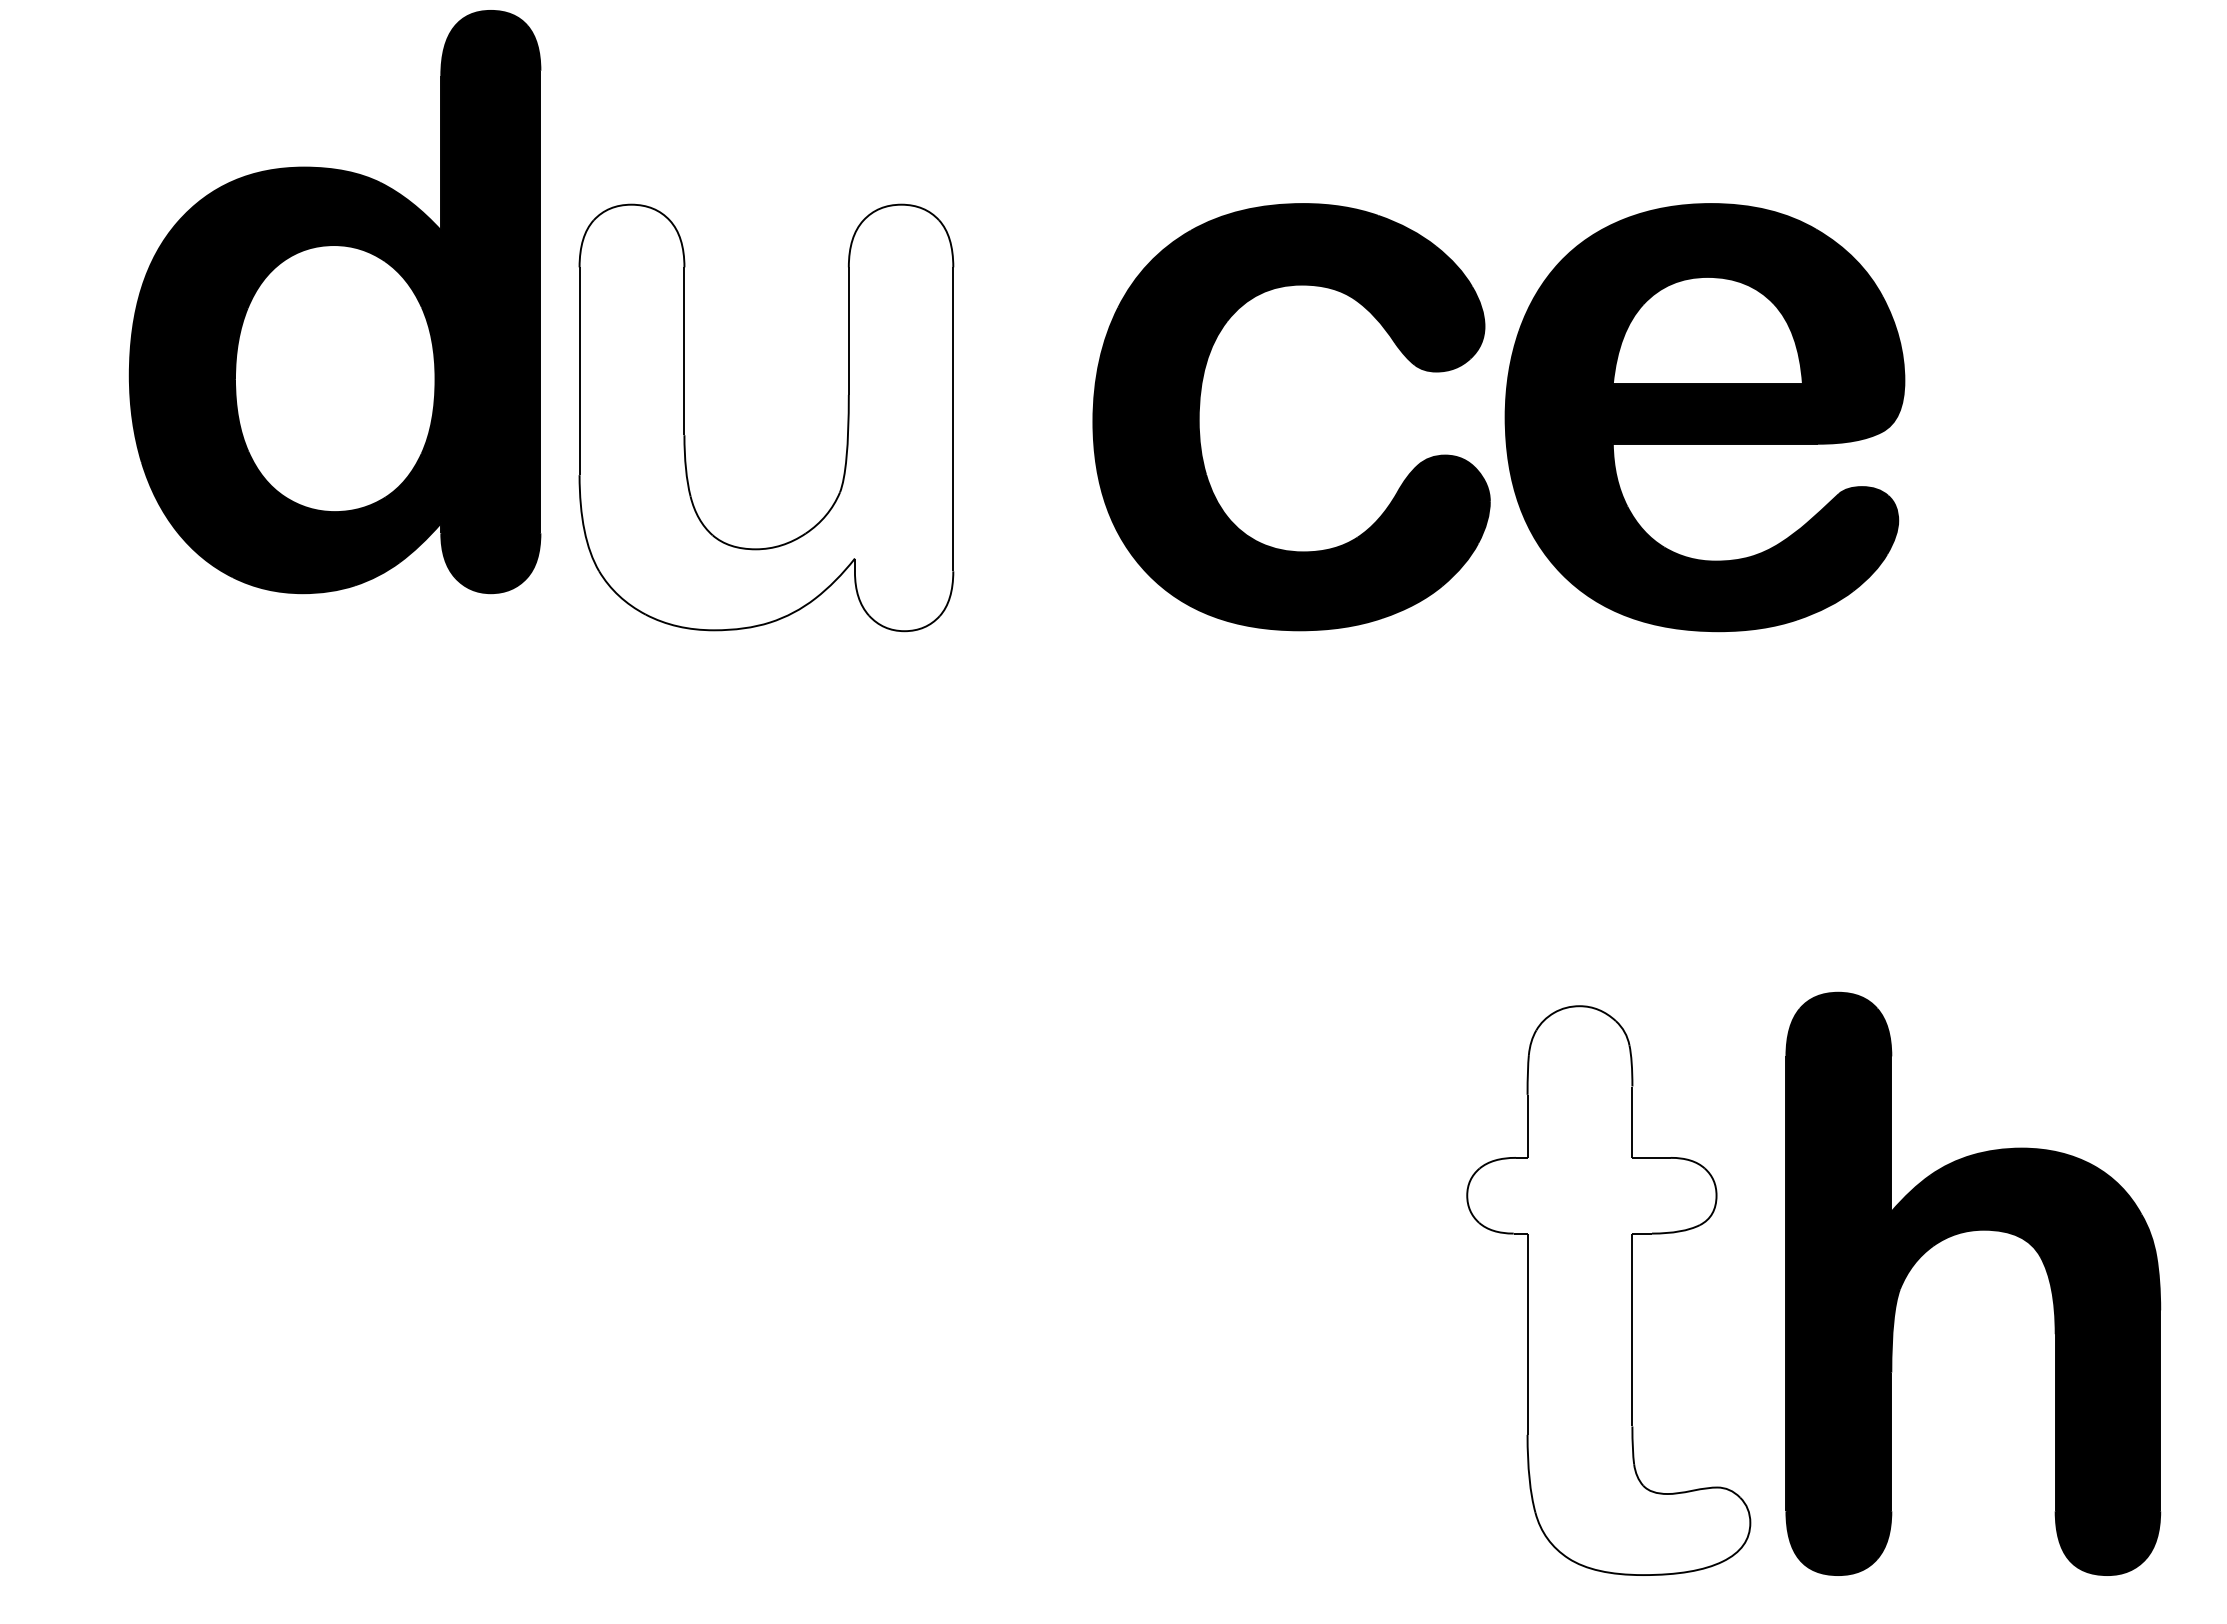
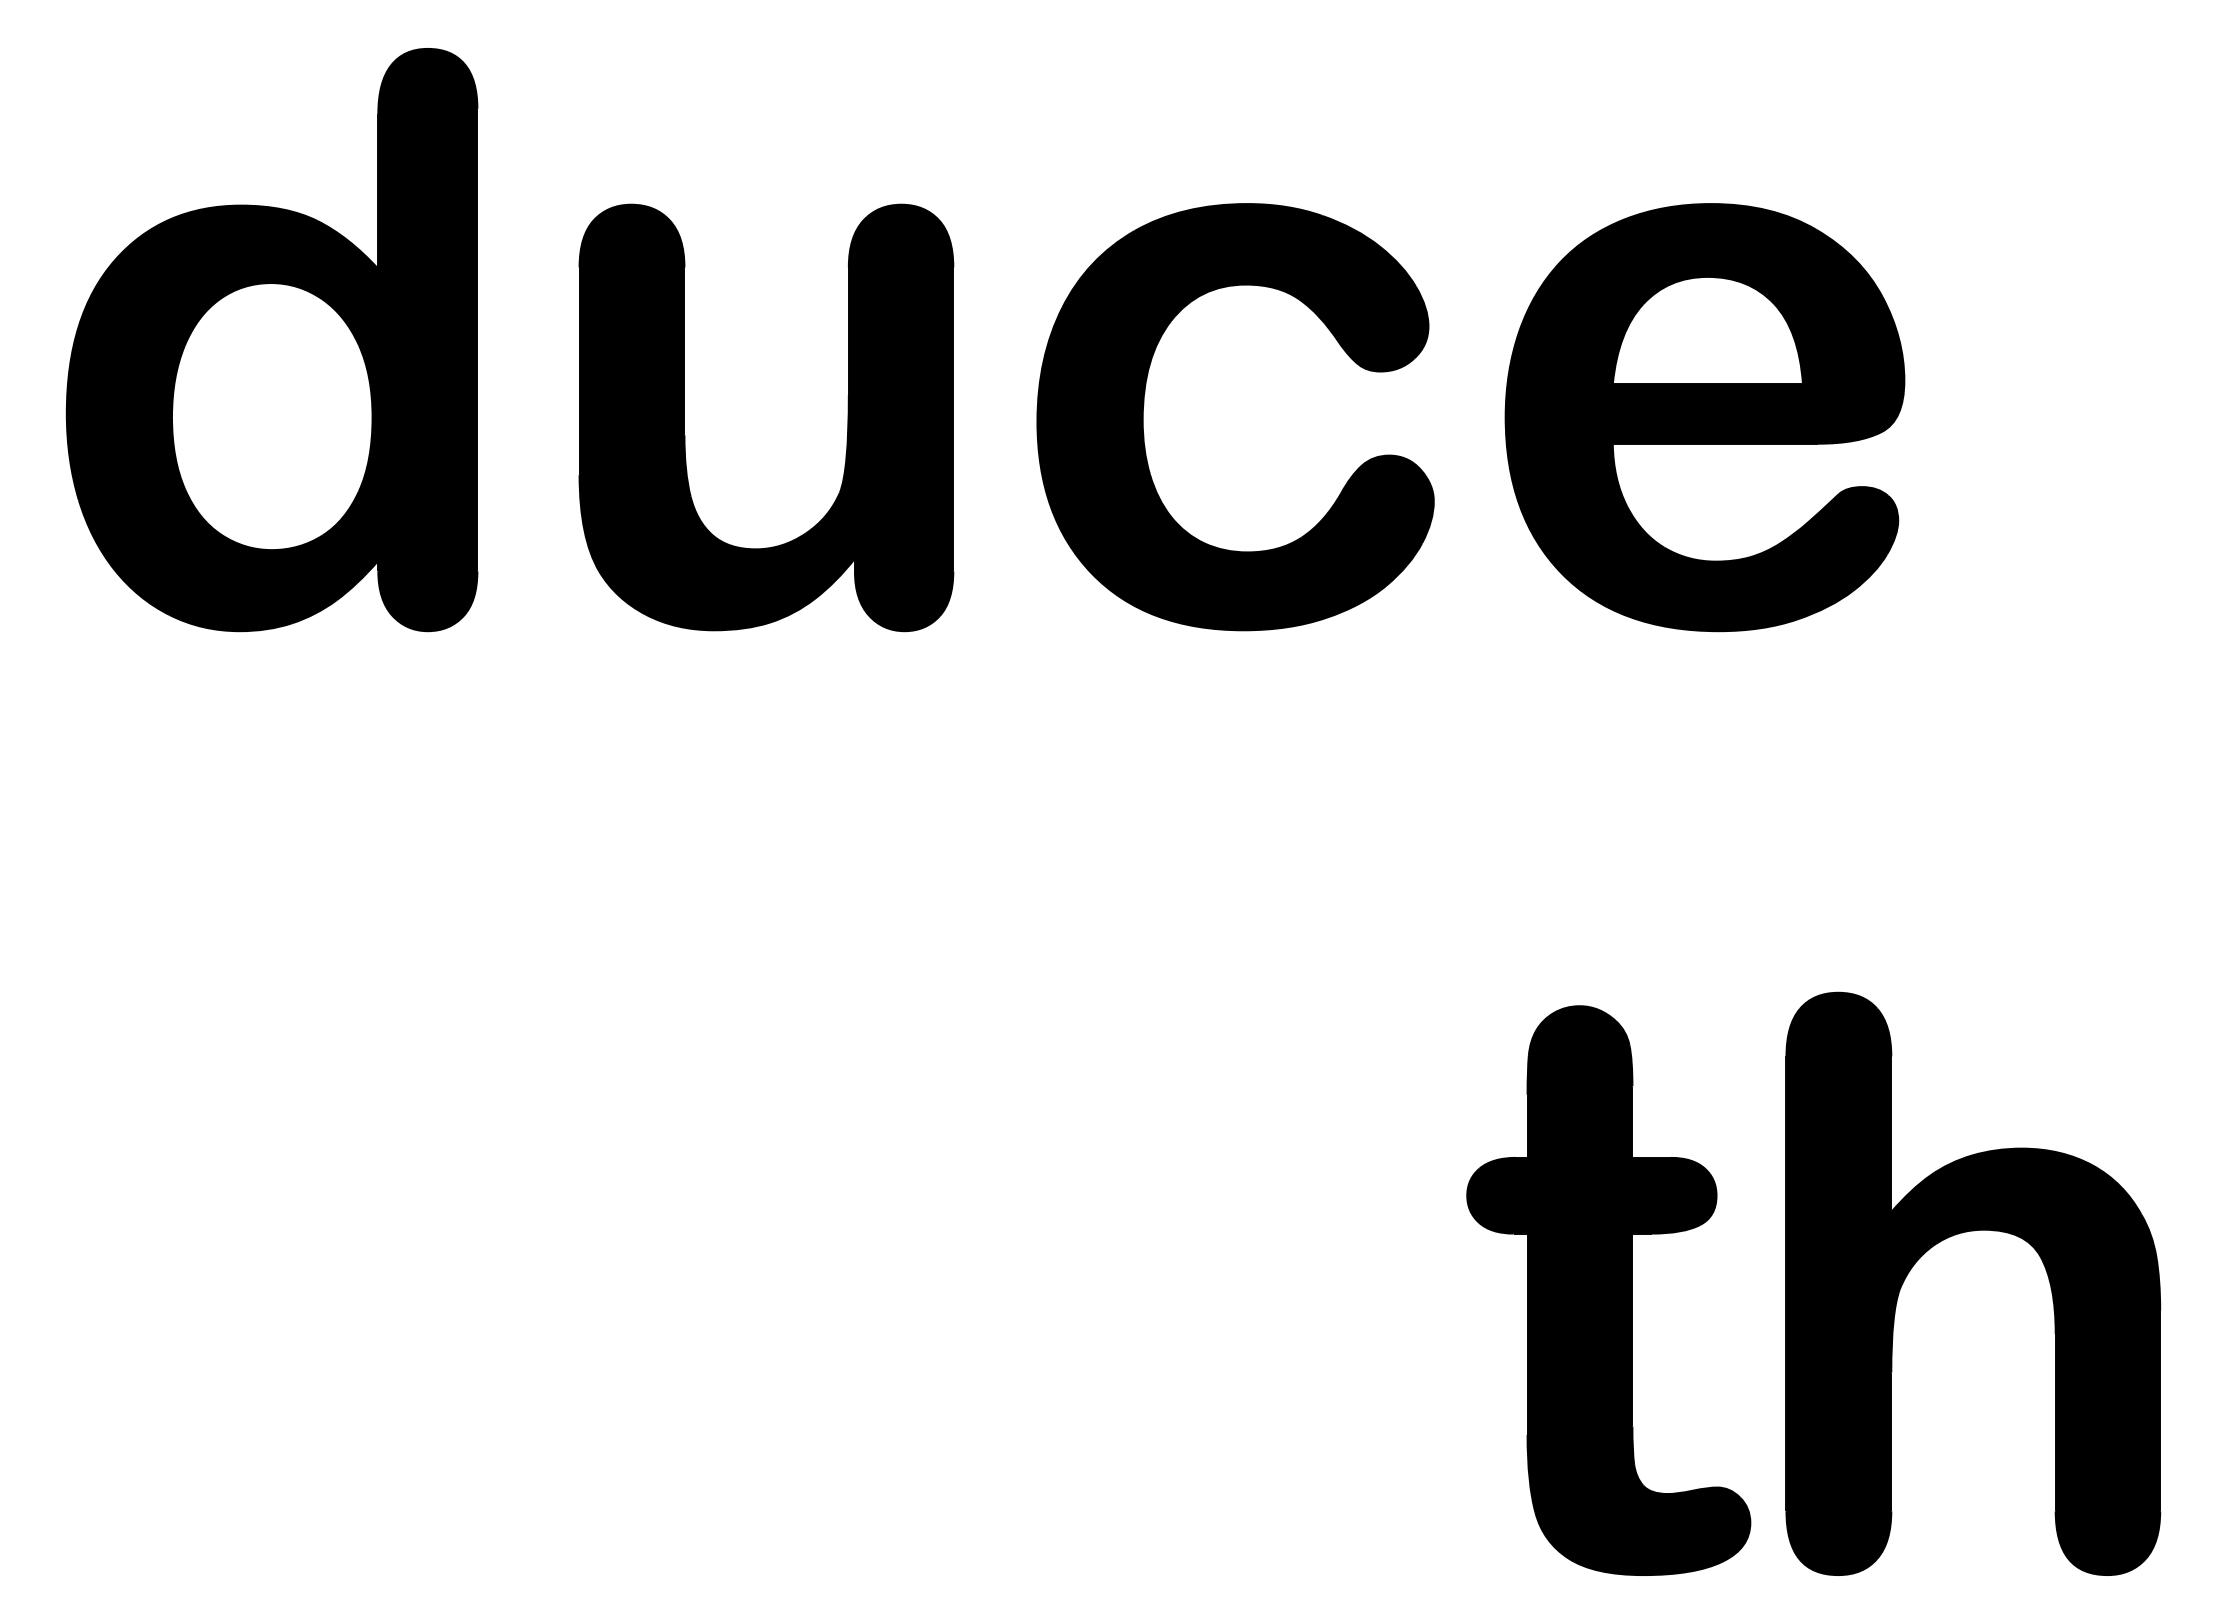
part at (334, 302) position: (334, 302) -> (271, 340)
part at (1200, 405) position: (1200, 405) -> (1144, 405)
fill at (766, 417): none -> present
fill at (1608, 1290): none -> present
